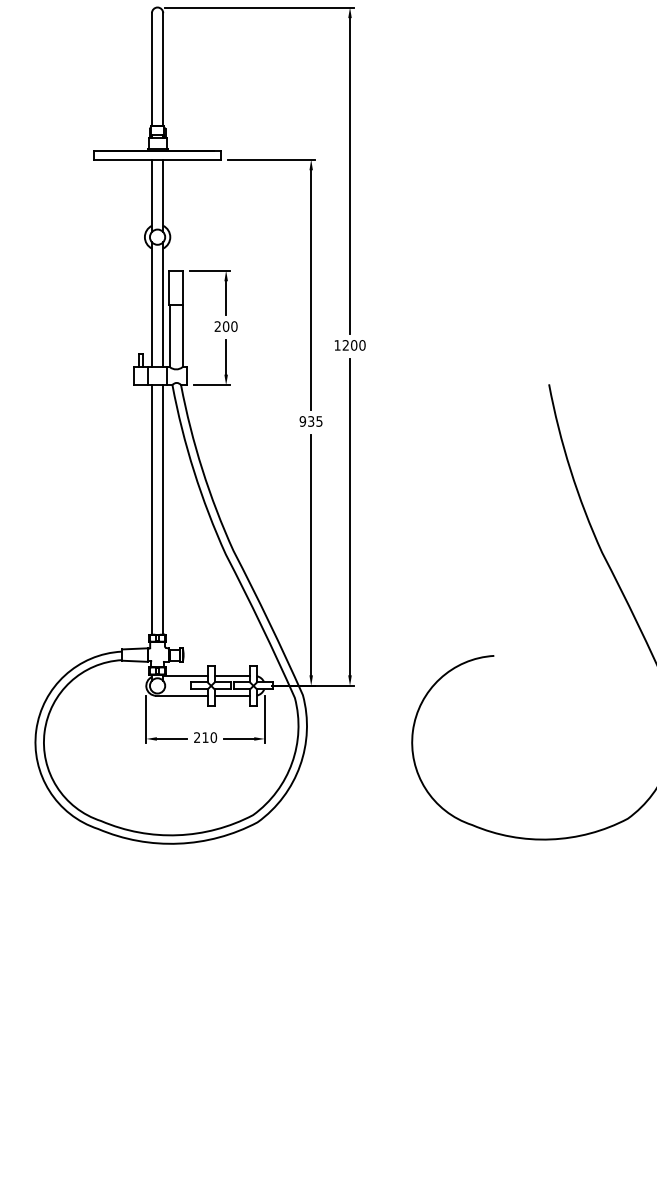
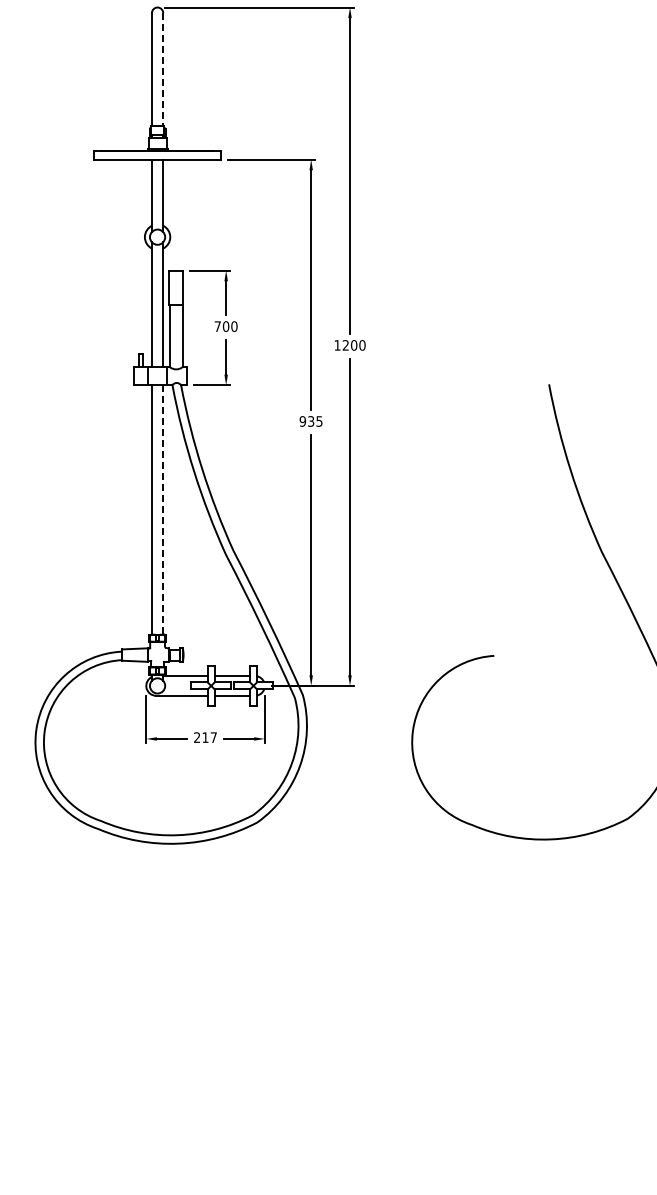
line at (163, 70): solid -> dashed
text at (217, 326): 200 -> 700
line at (163, 509): solid -> dashed
text at (213, 737): 210 -> 217
